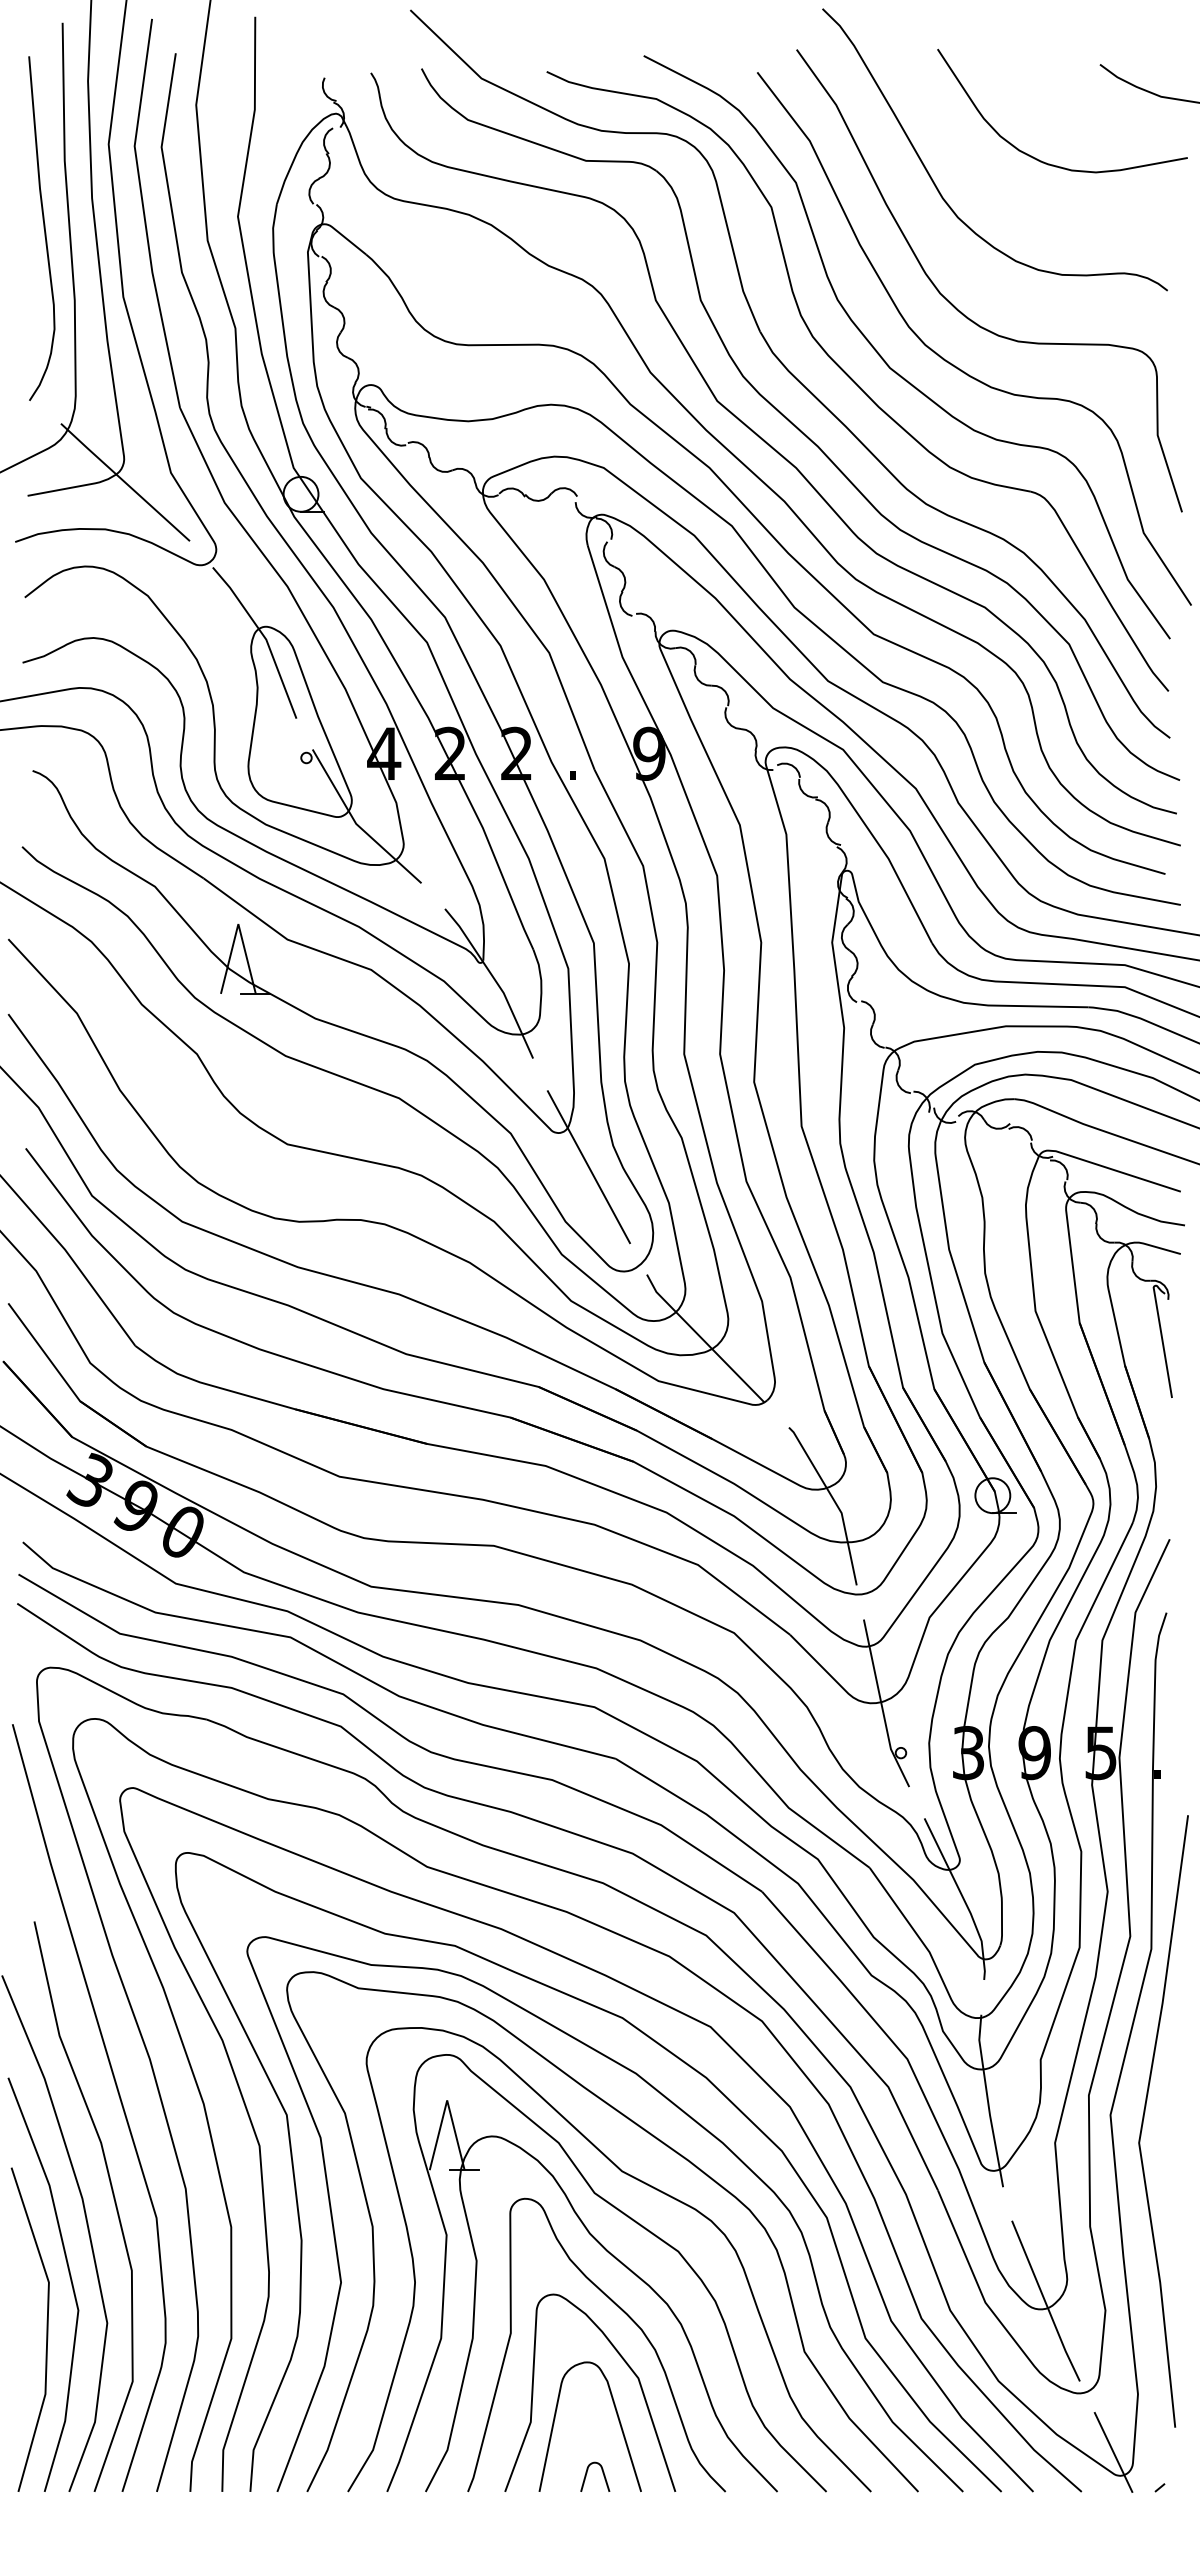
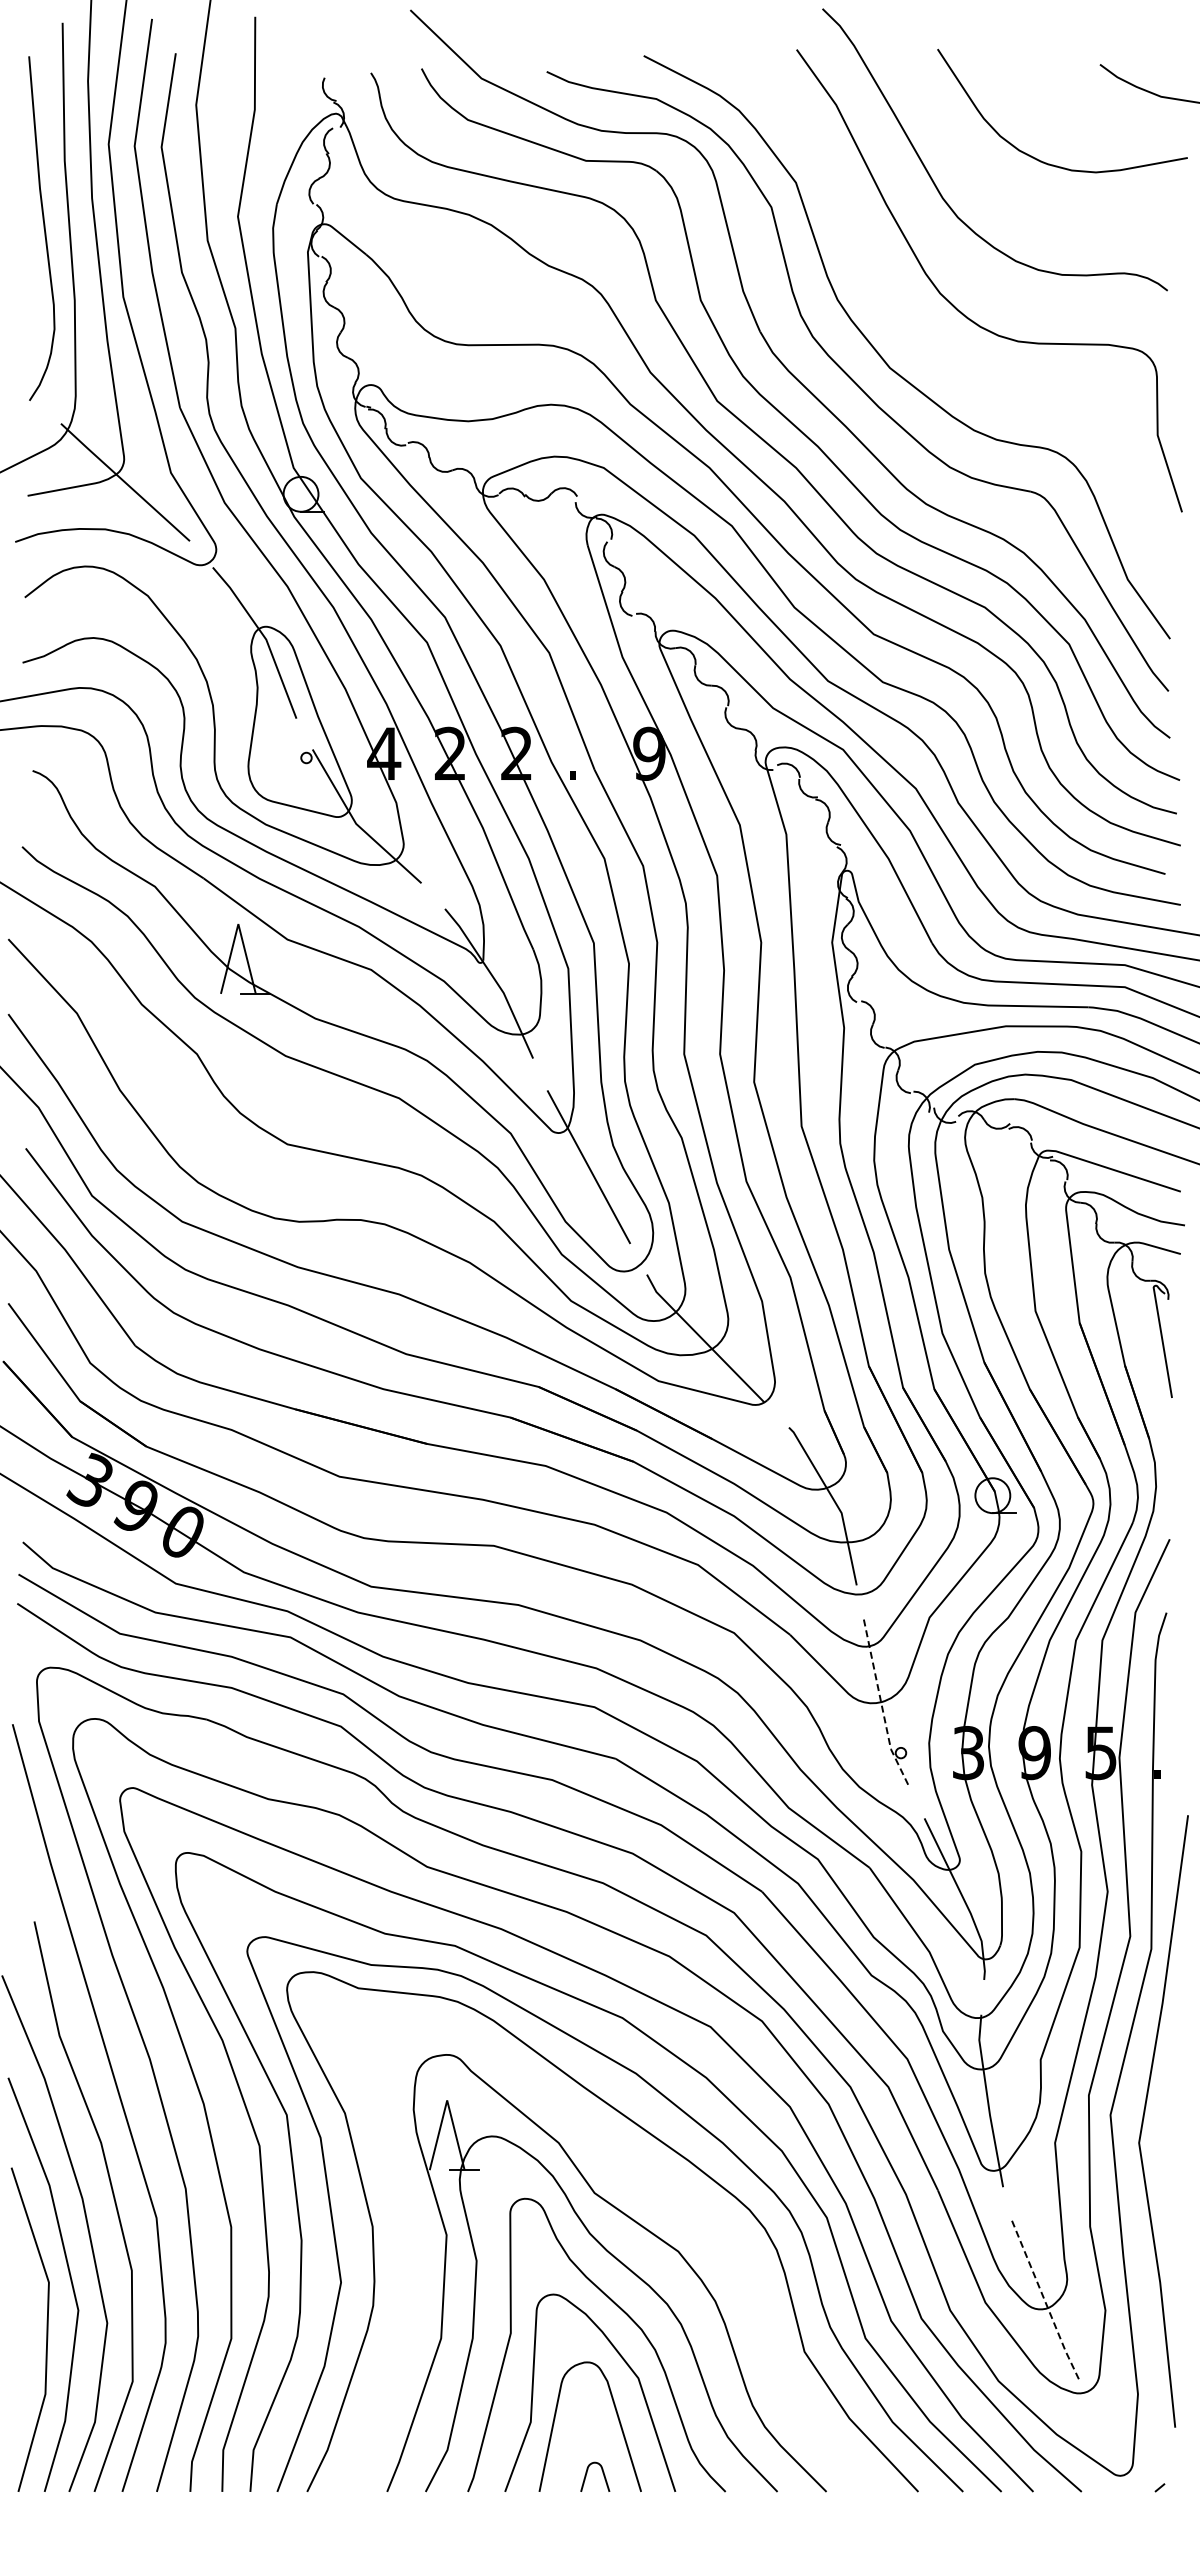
curve at (955, 365): present -> none
line at (881, 1706): solid -> dashed
curve at (650, 2187): present -> none
line at (1045, 2302): solid -> dashed
line at (1113, 2451): present -> none
